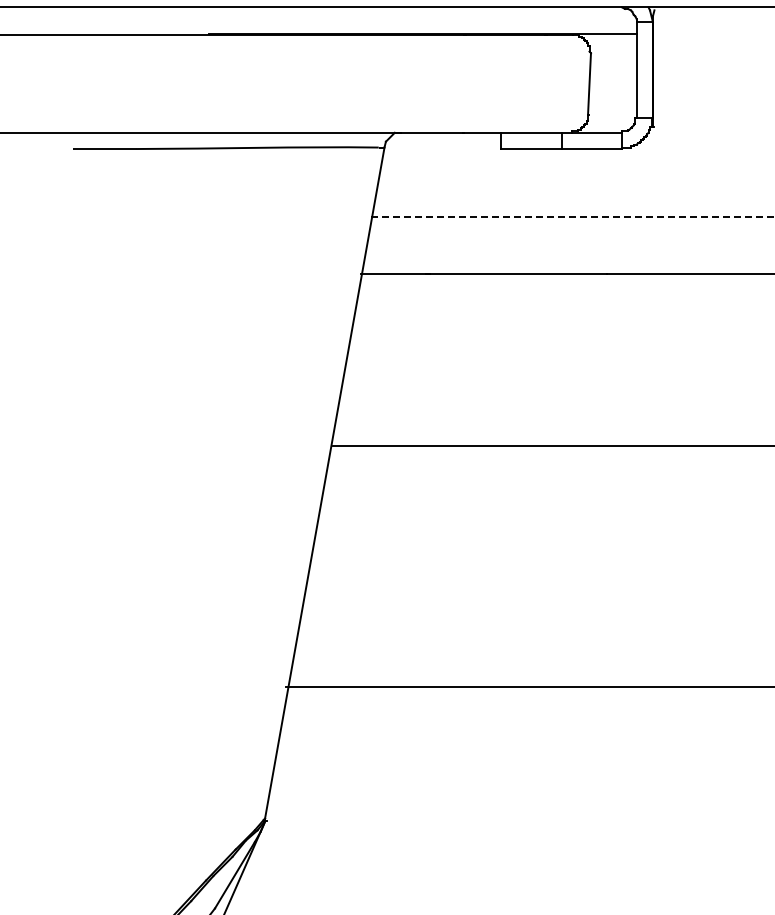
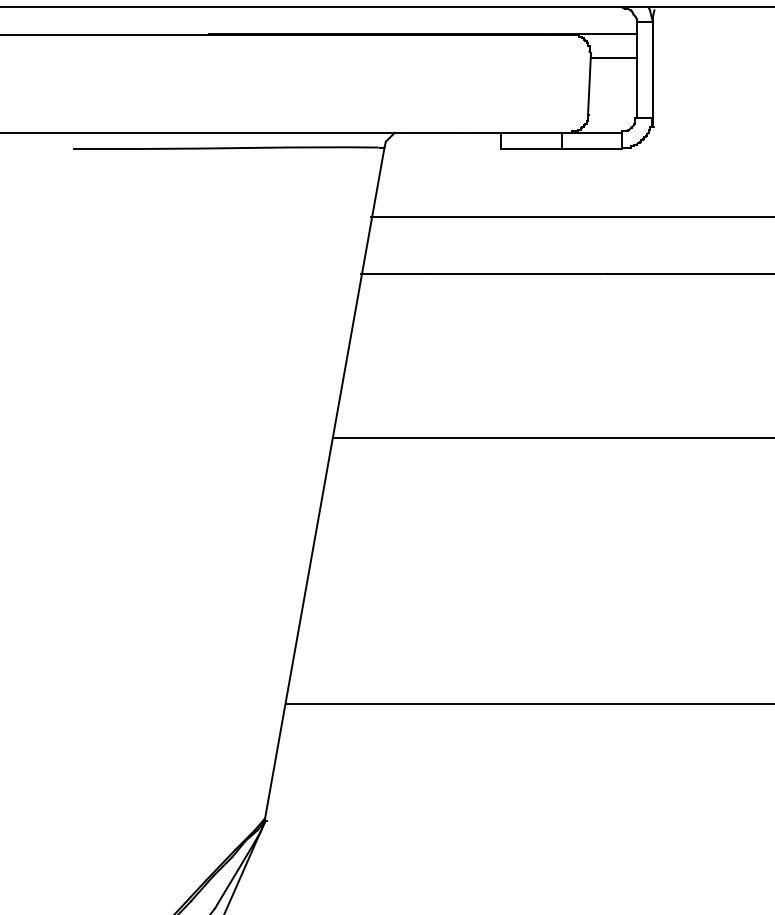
line at (613, 57): none -> present
line at (573, 216): dashed -> solid
line at (551, 446) position: (551, 446) -> (551, 438)
line at (528, 686) position: (528, 686) -> (528, 703)
